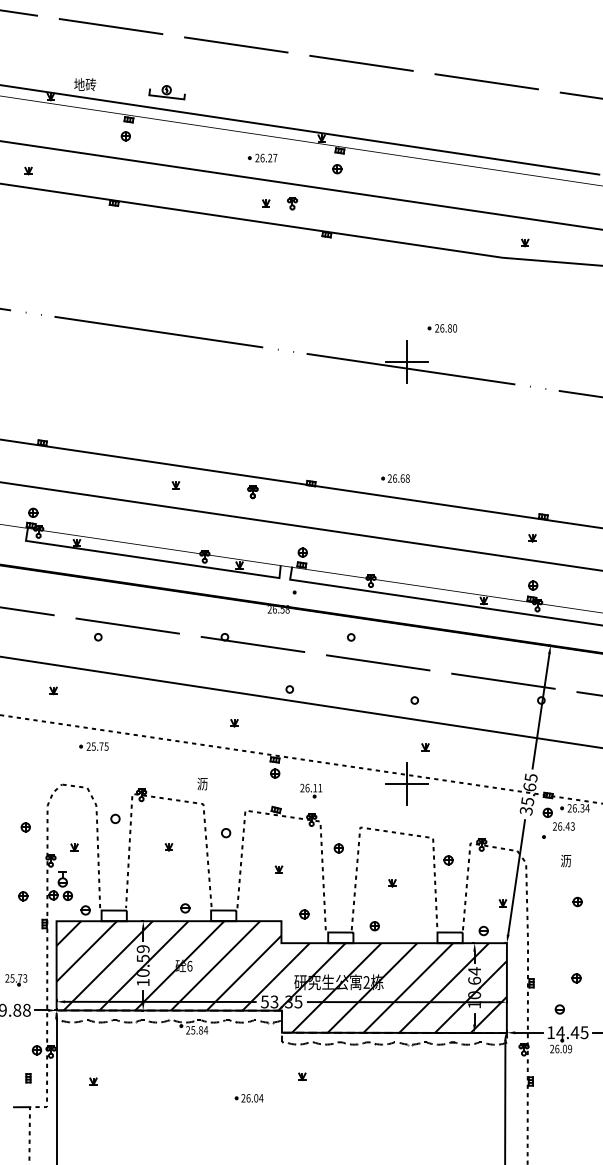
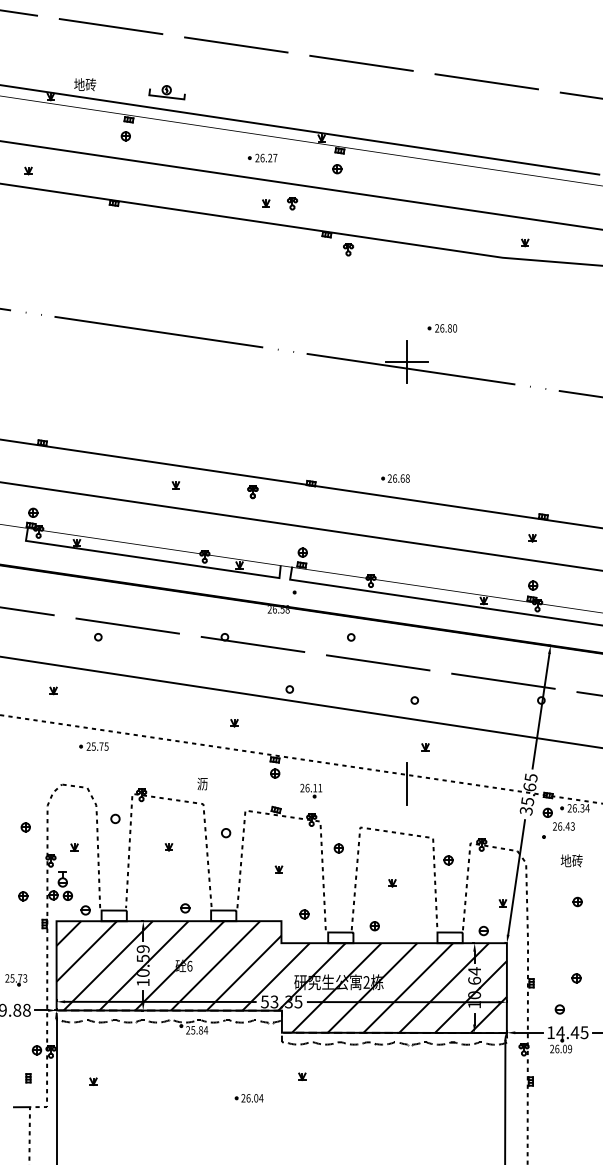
part at (348, 249): none -> present
line at (407, 783): present -> none
text at (571, 860): 沥 -> 地砖
